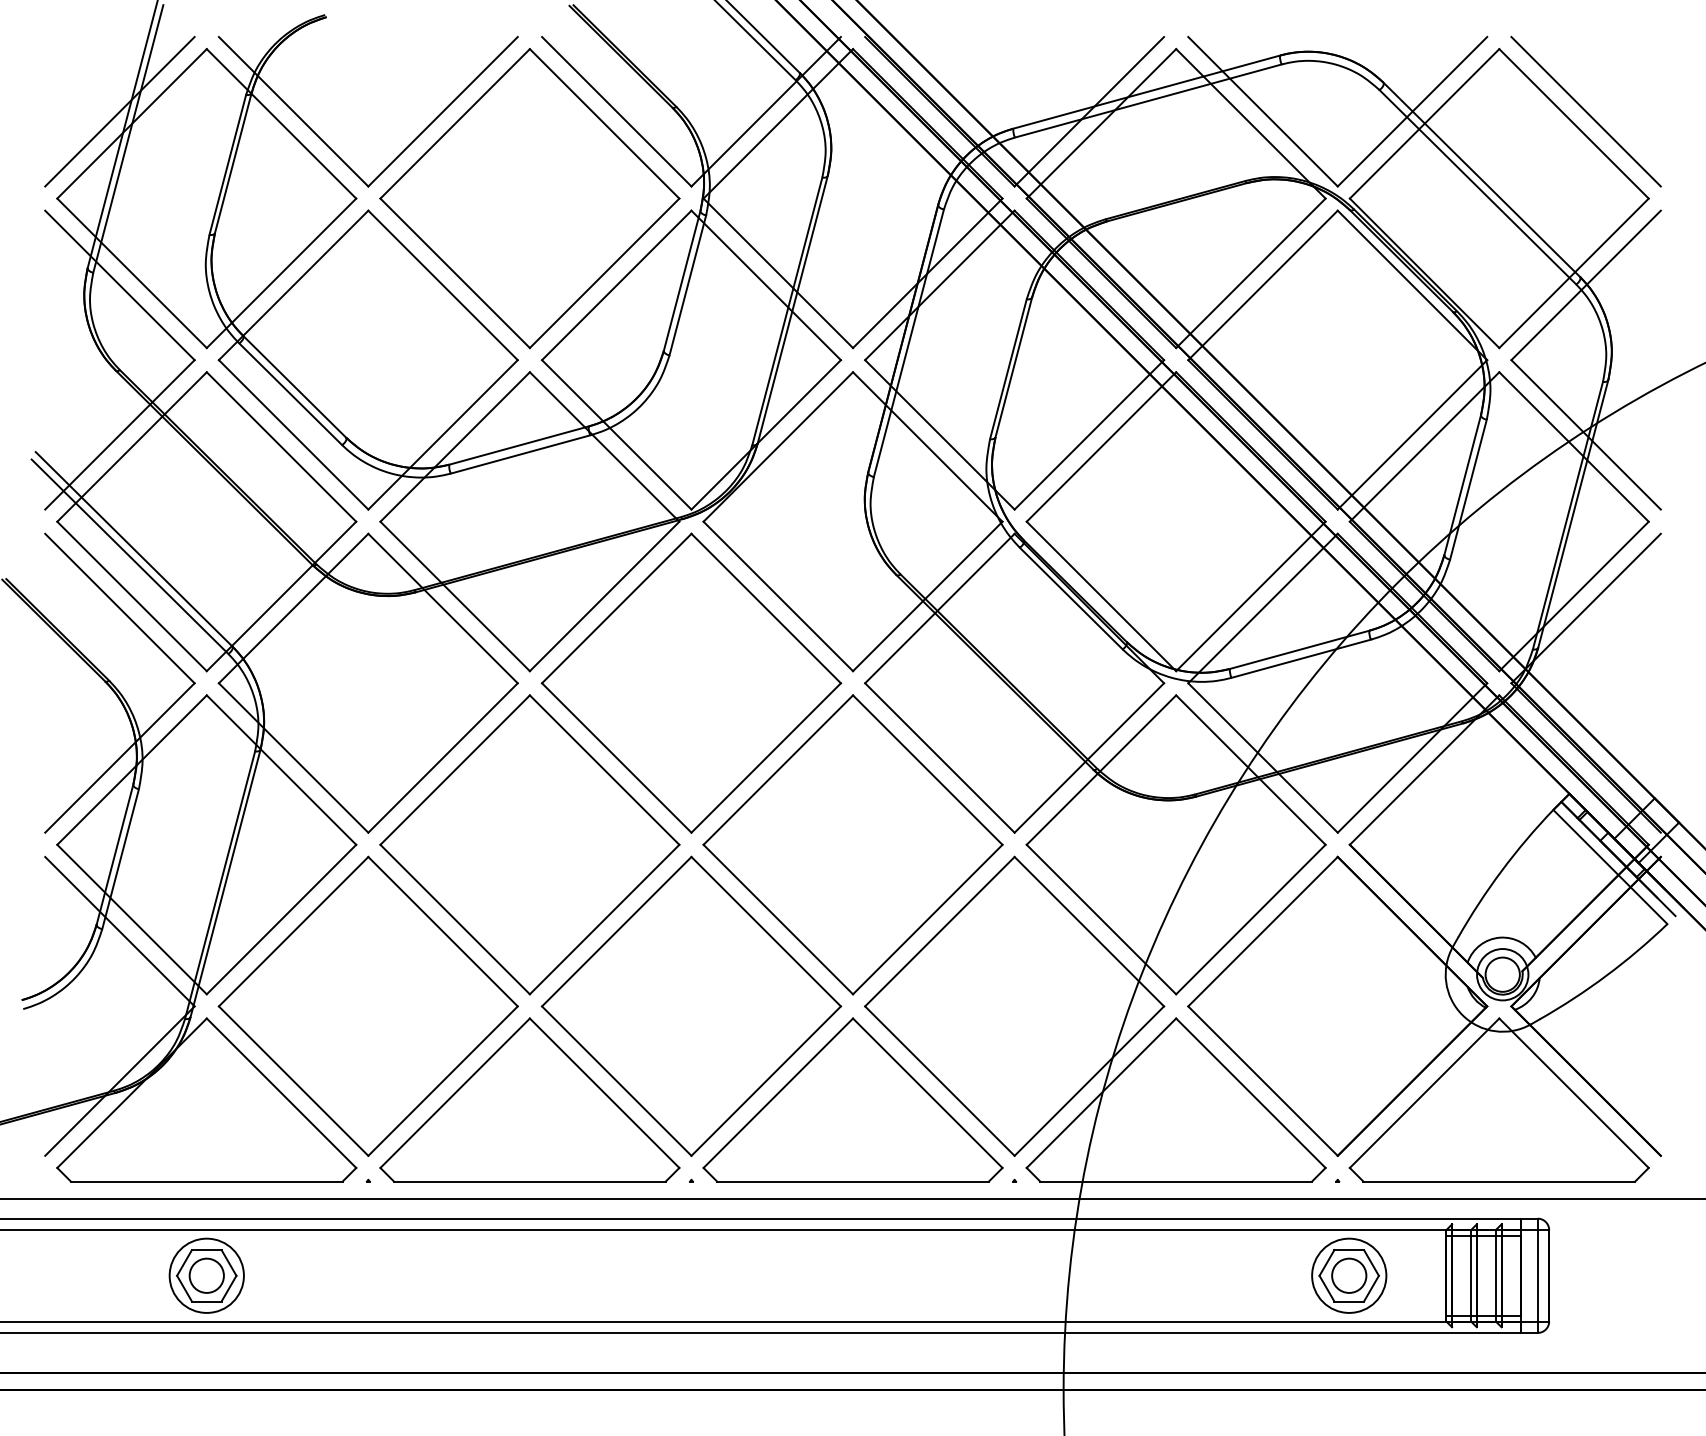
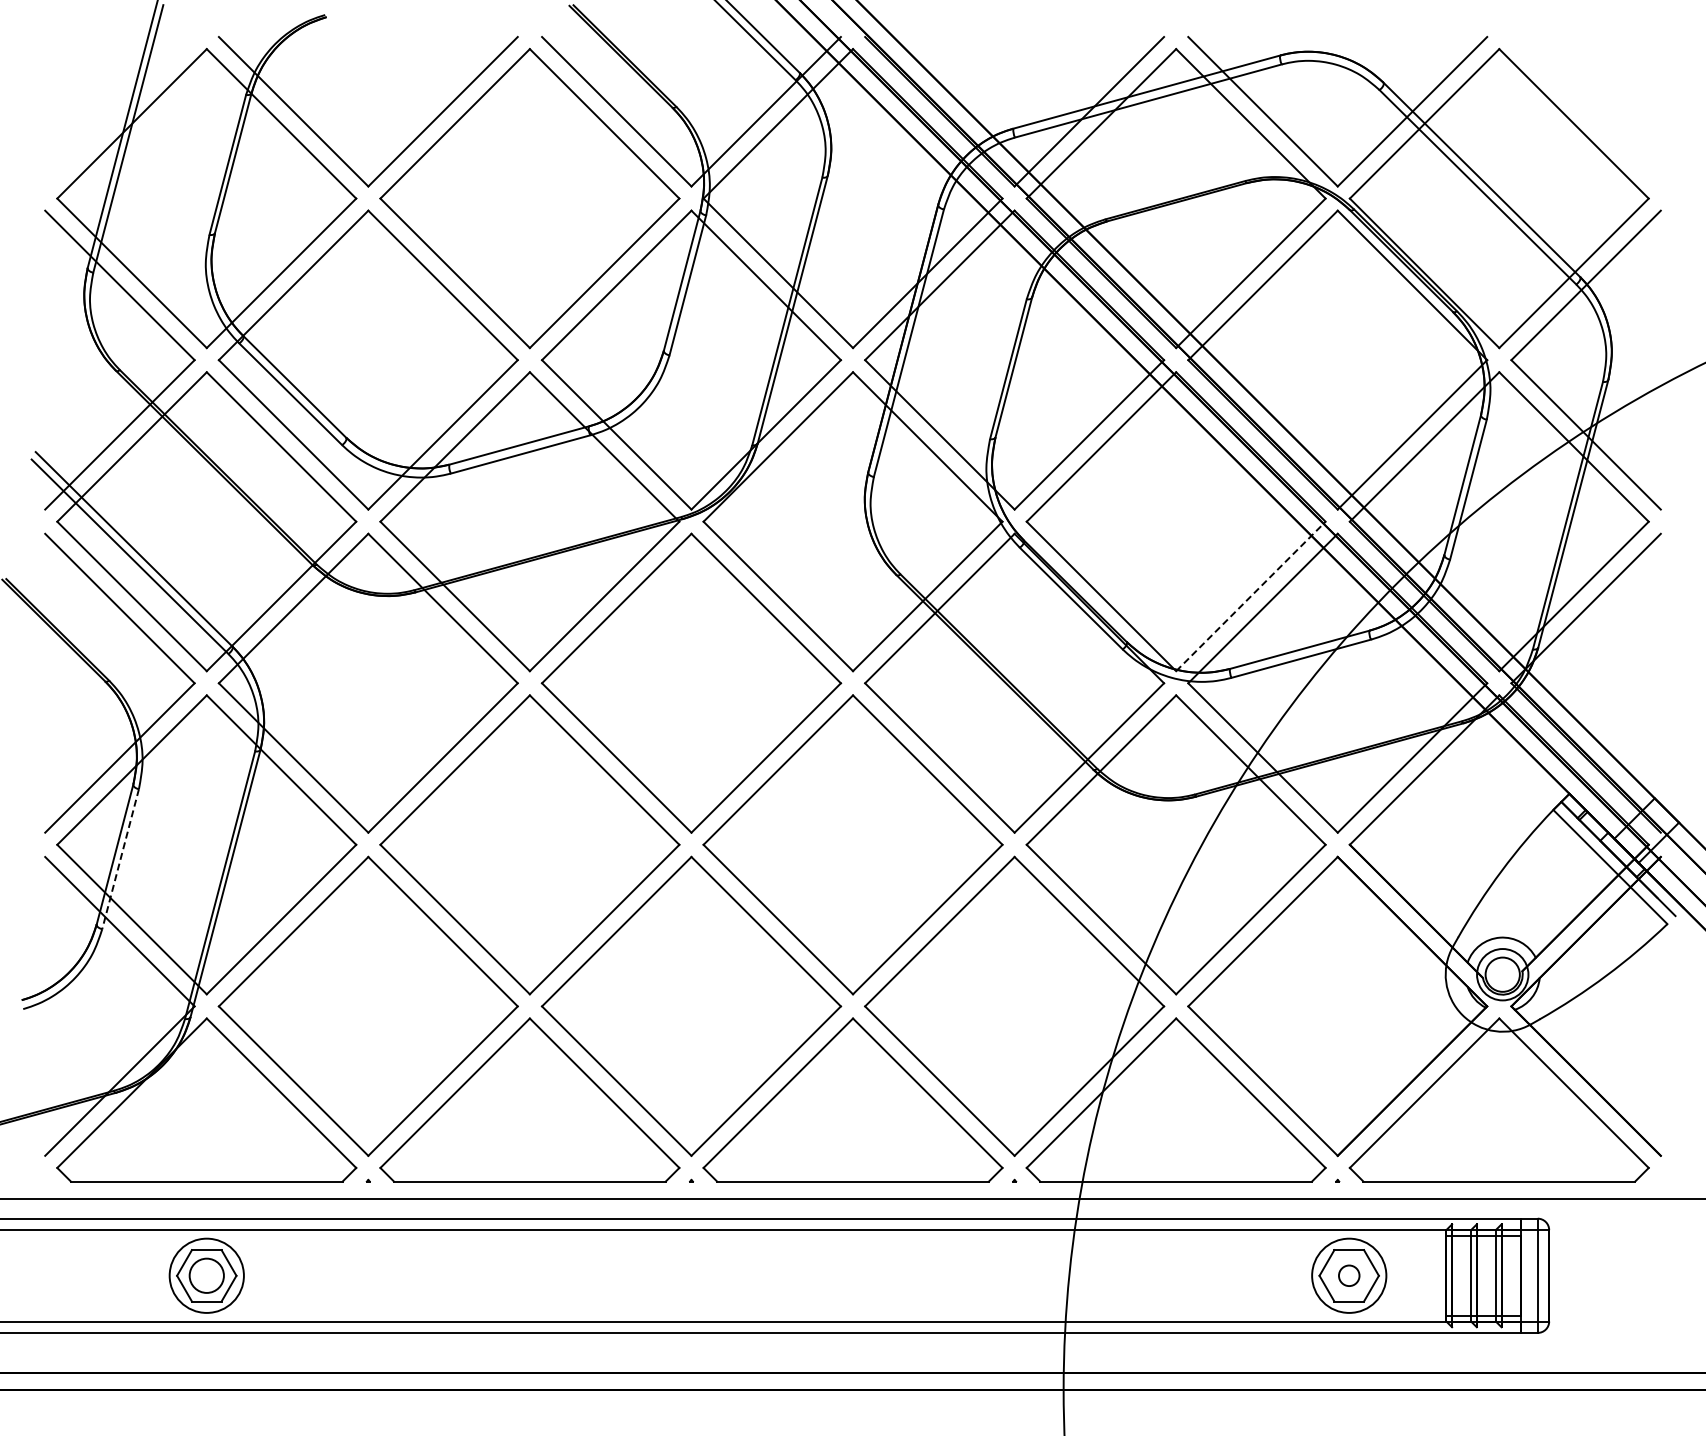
line at (119, 111): present -> none
line at (1585, 111): present -> none
line at (1250, 596): solid -> dashed
line at (120, 859): solid -> dashed
circle at (1349, 1275) diameter: 34 px -> 21 px
